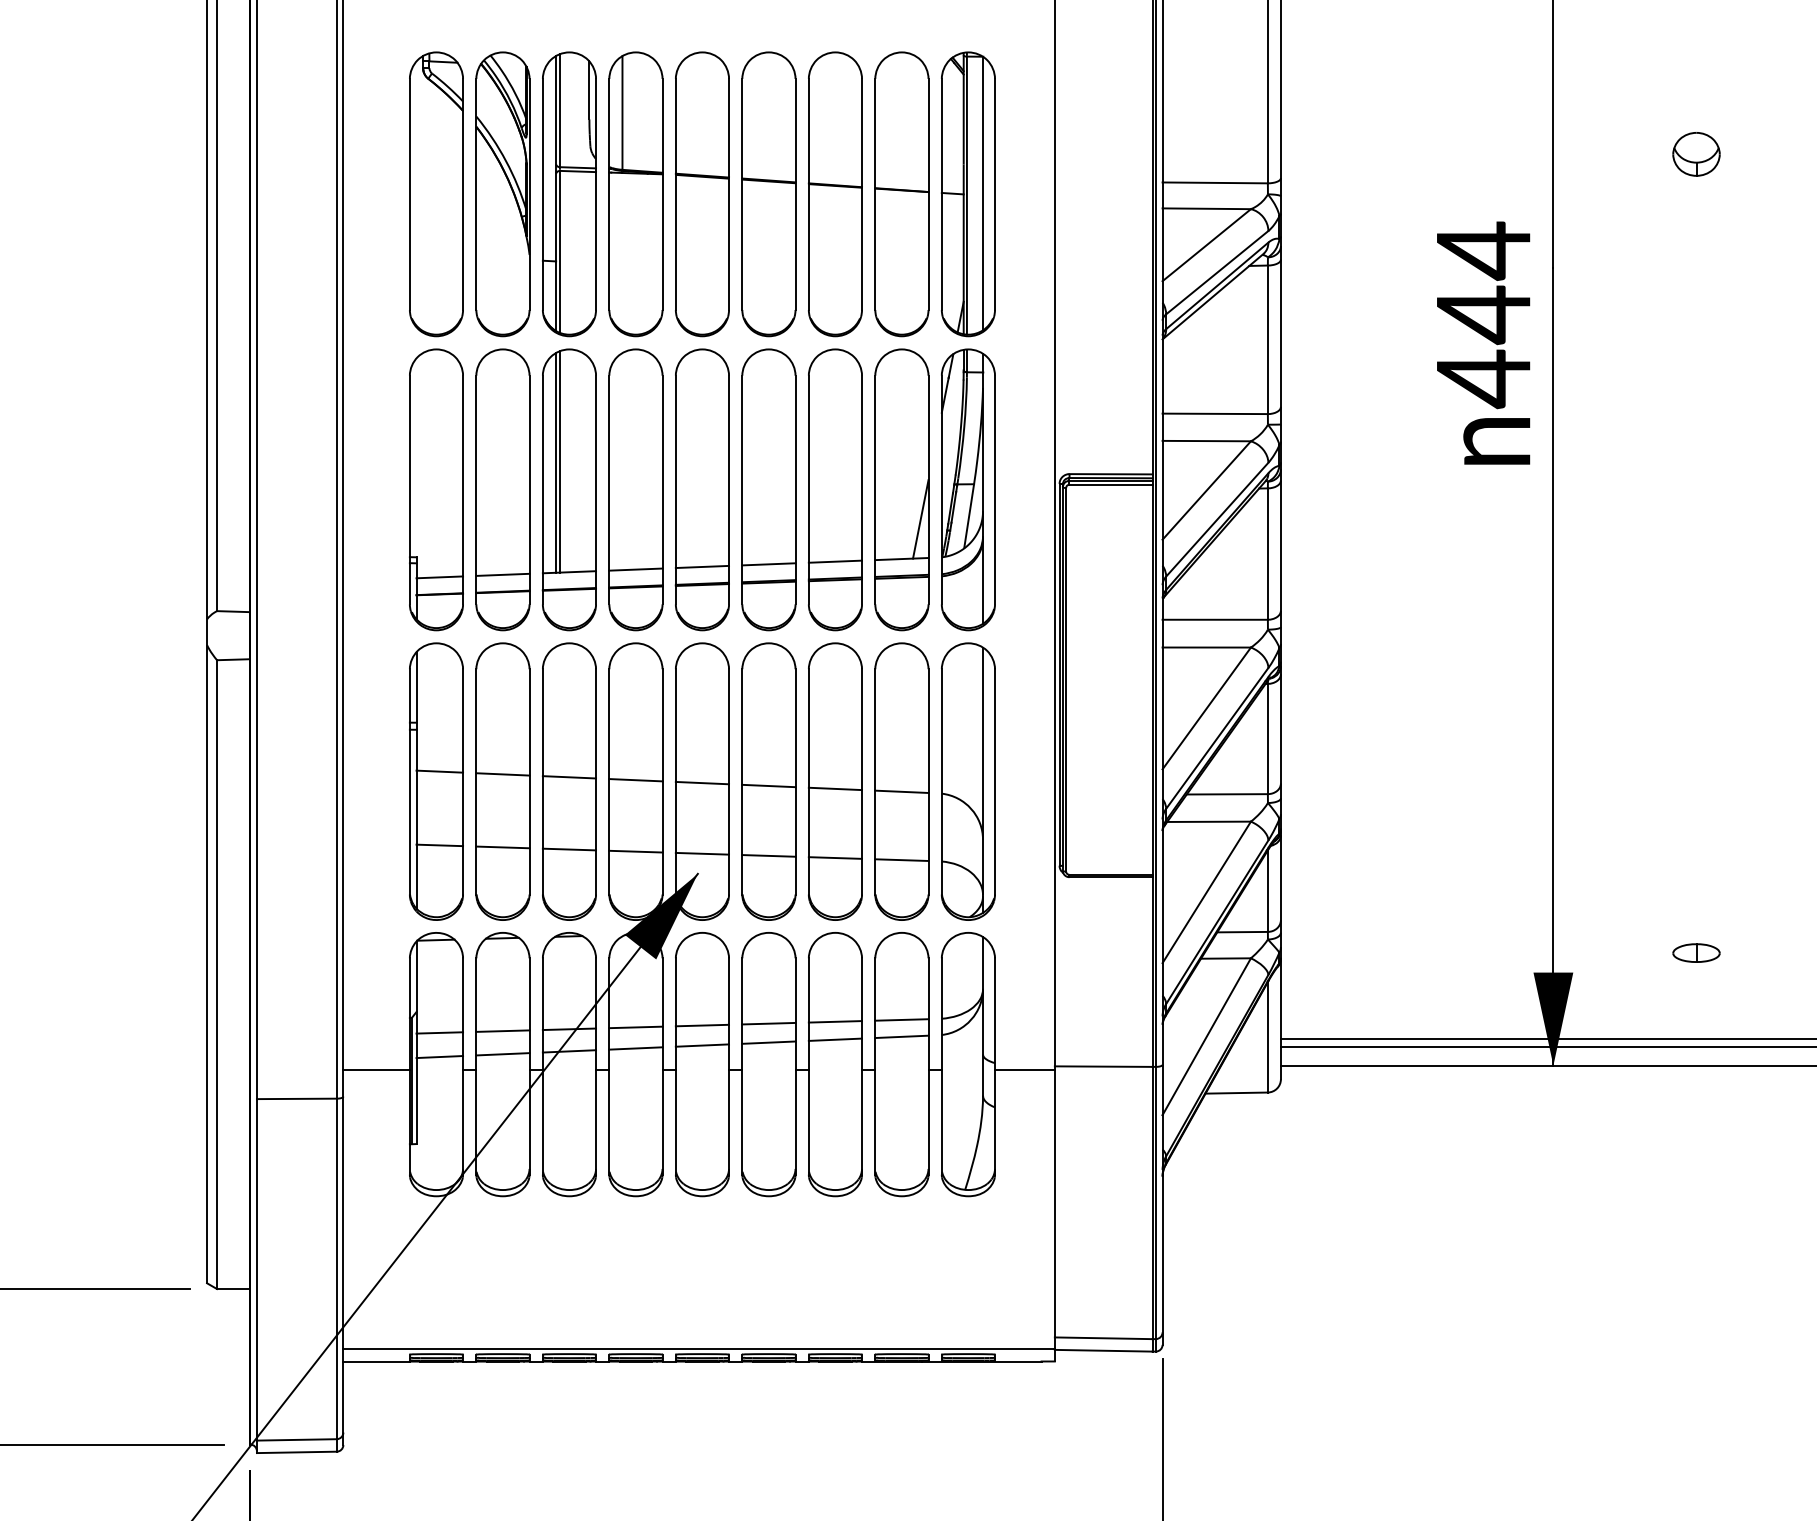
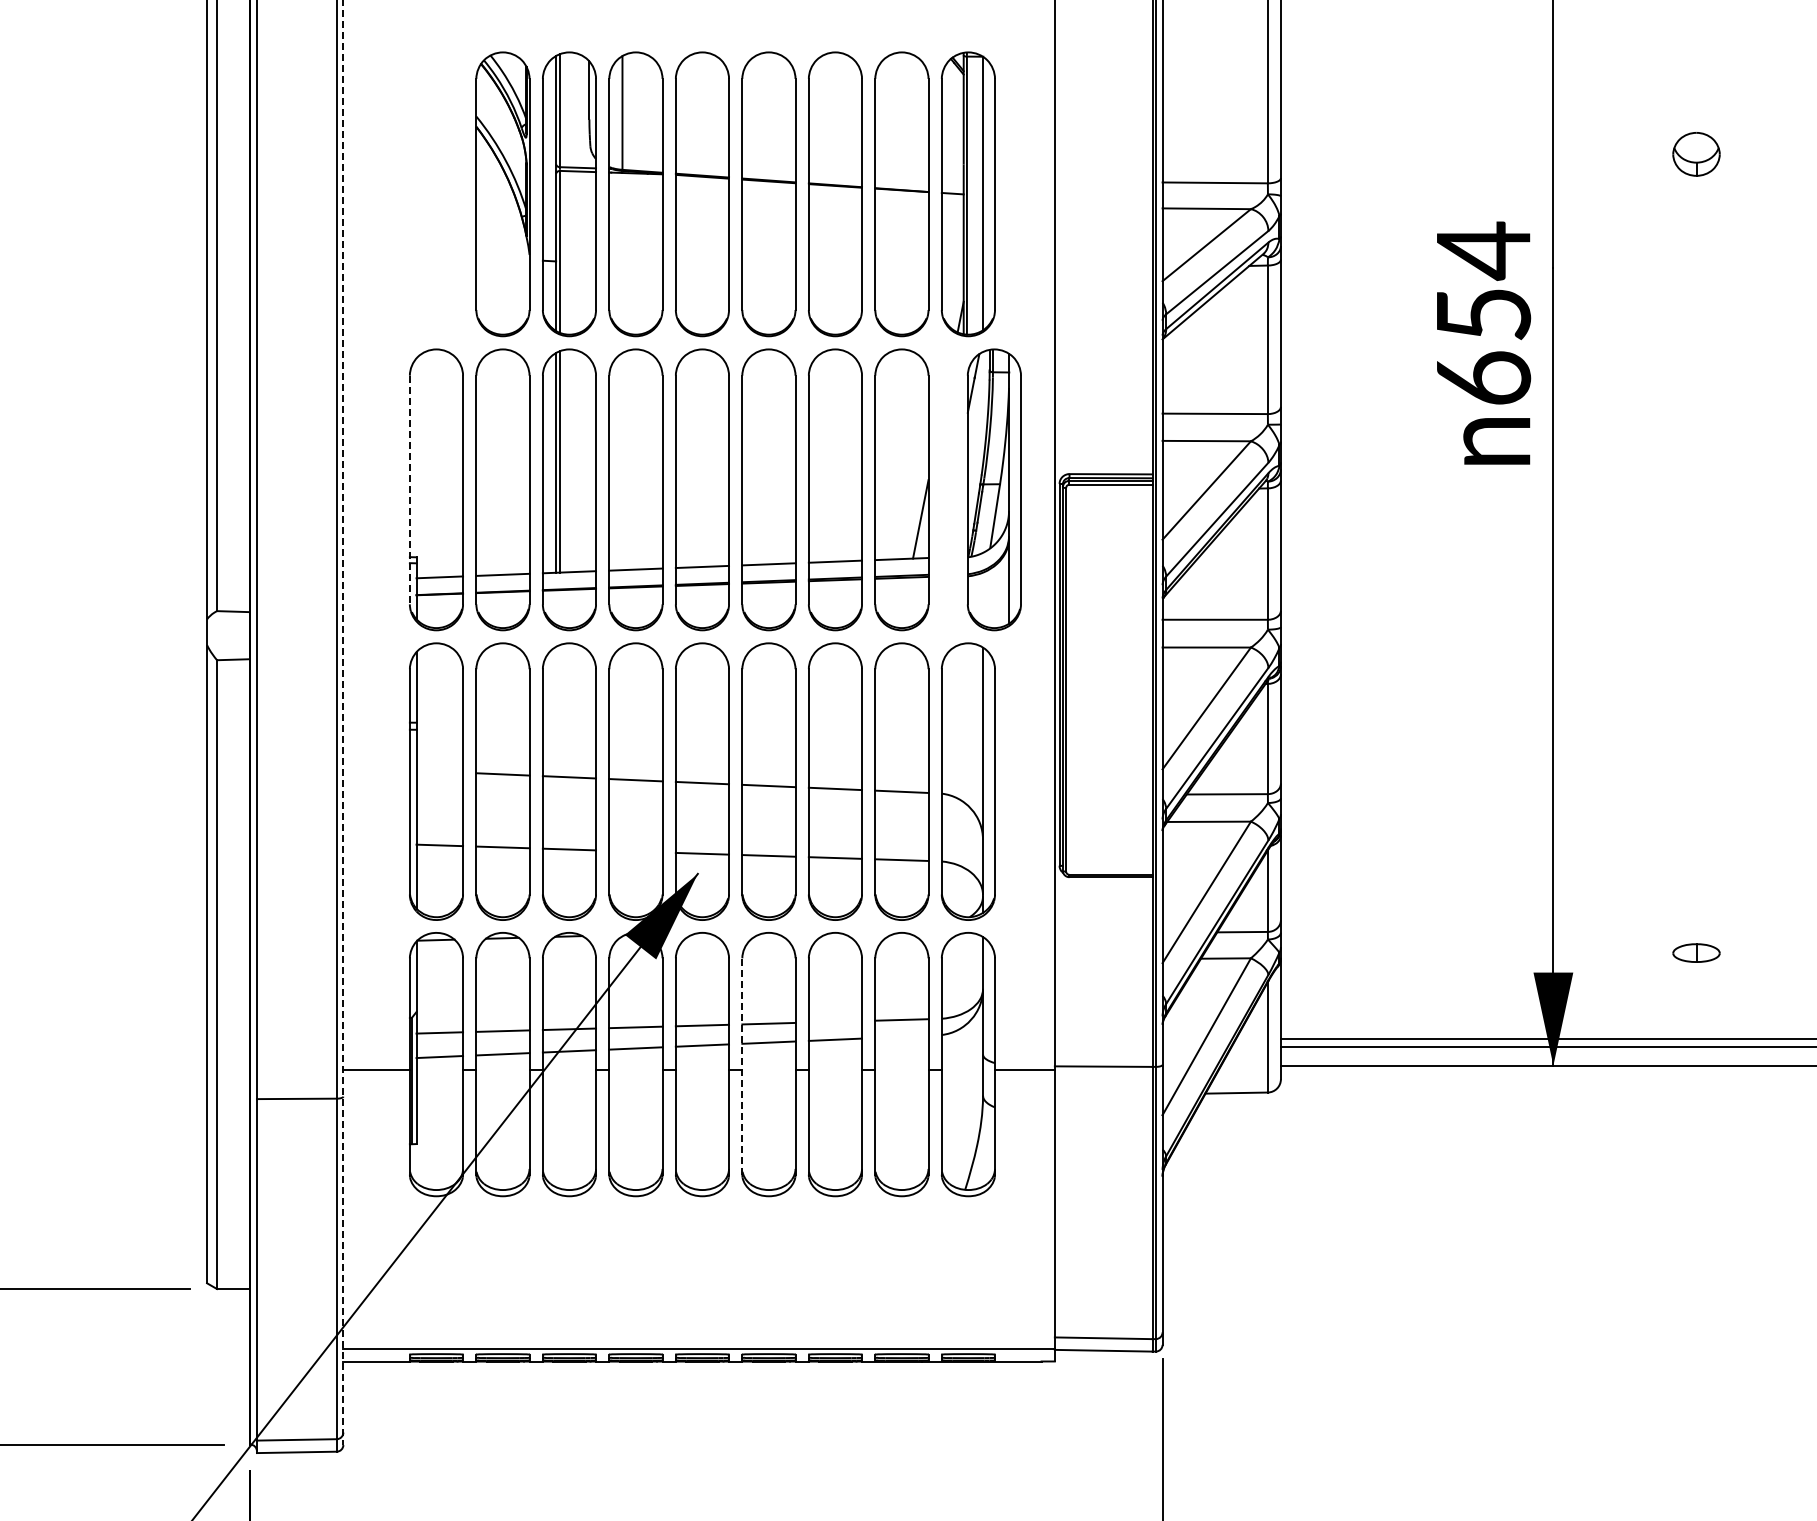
part at (436, 194): present -> none
text at (1484, 347): 444 -> 654
part at (967, 489) position: (967, 489) -> (993, 489)
line at (409, 490): solid -> dashed
line at (343, 723): solid -> dashed
line at (439, 771): present -> none
line at (635, 851): present -> none
line at (835, 1021): present -> none
line at (901, 1036): present -> none
line at (742, 1065): solid -> dashed
